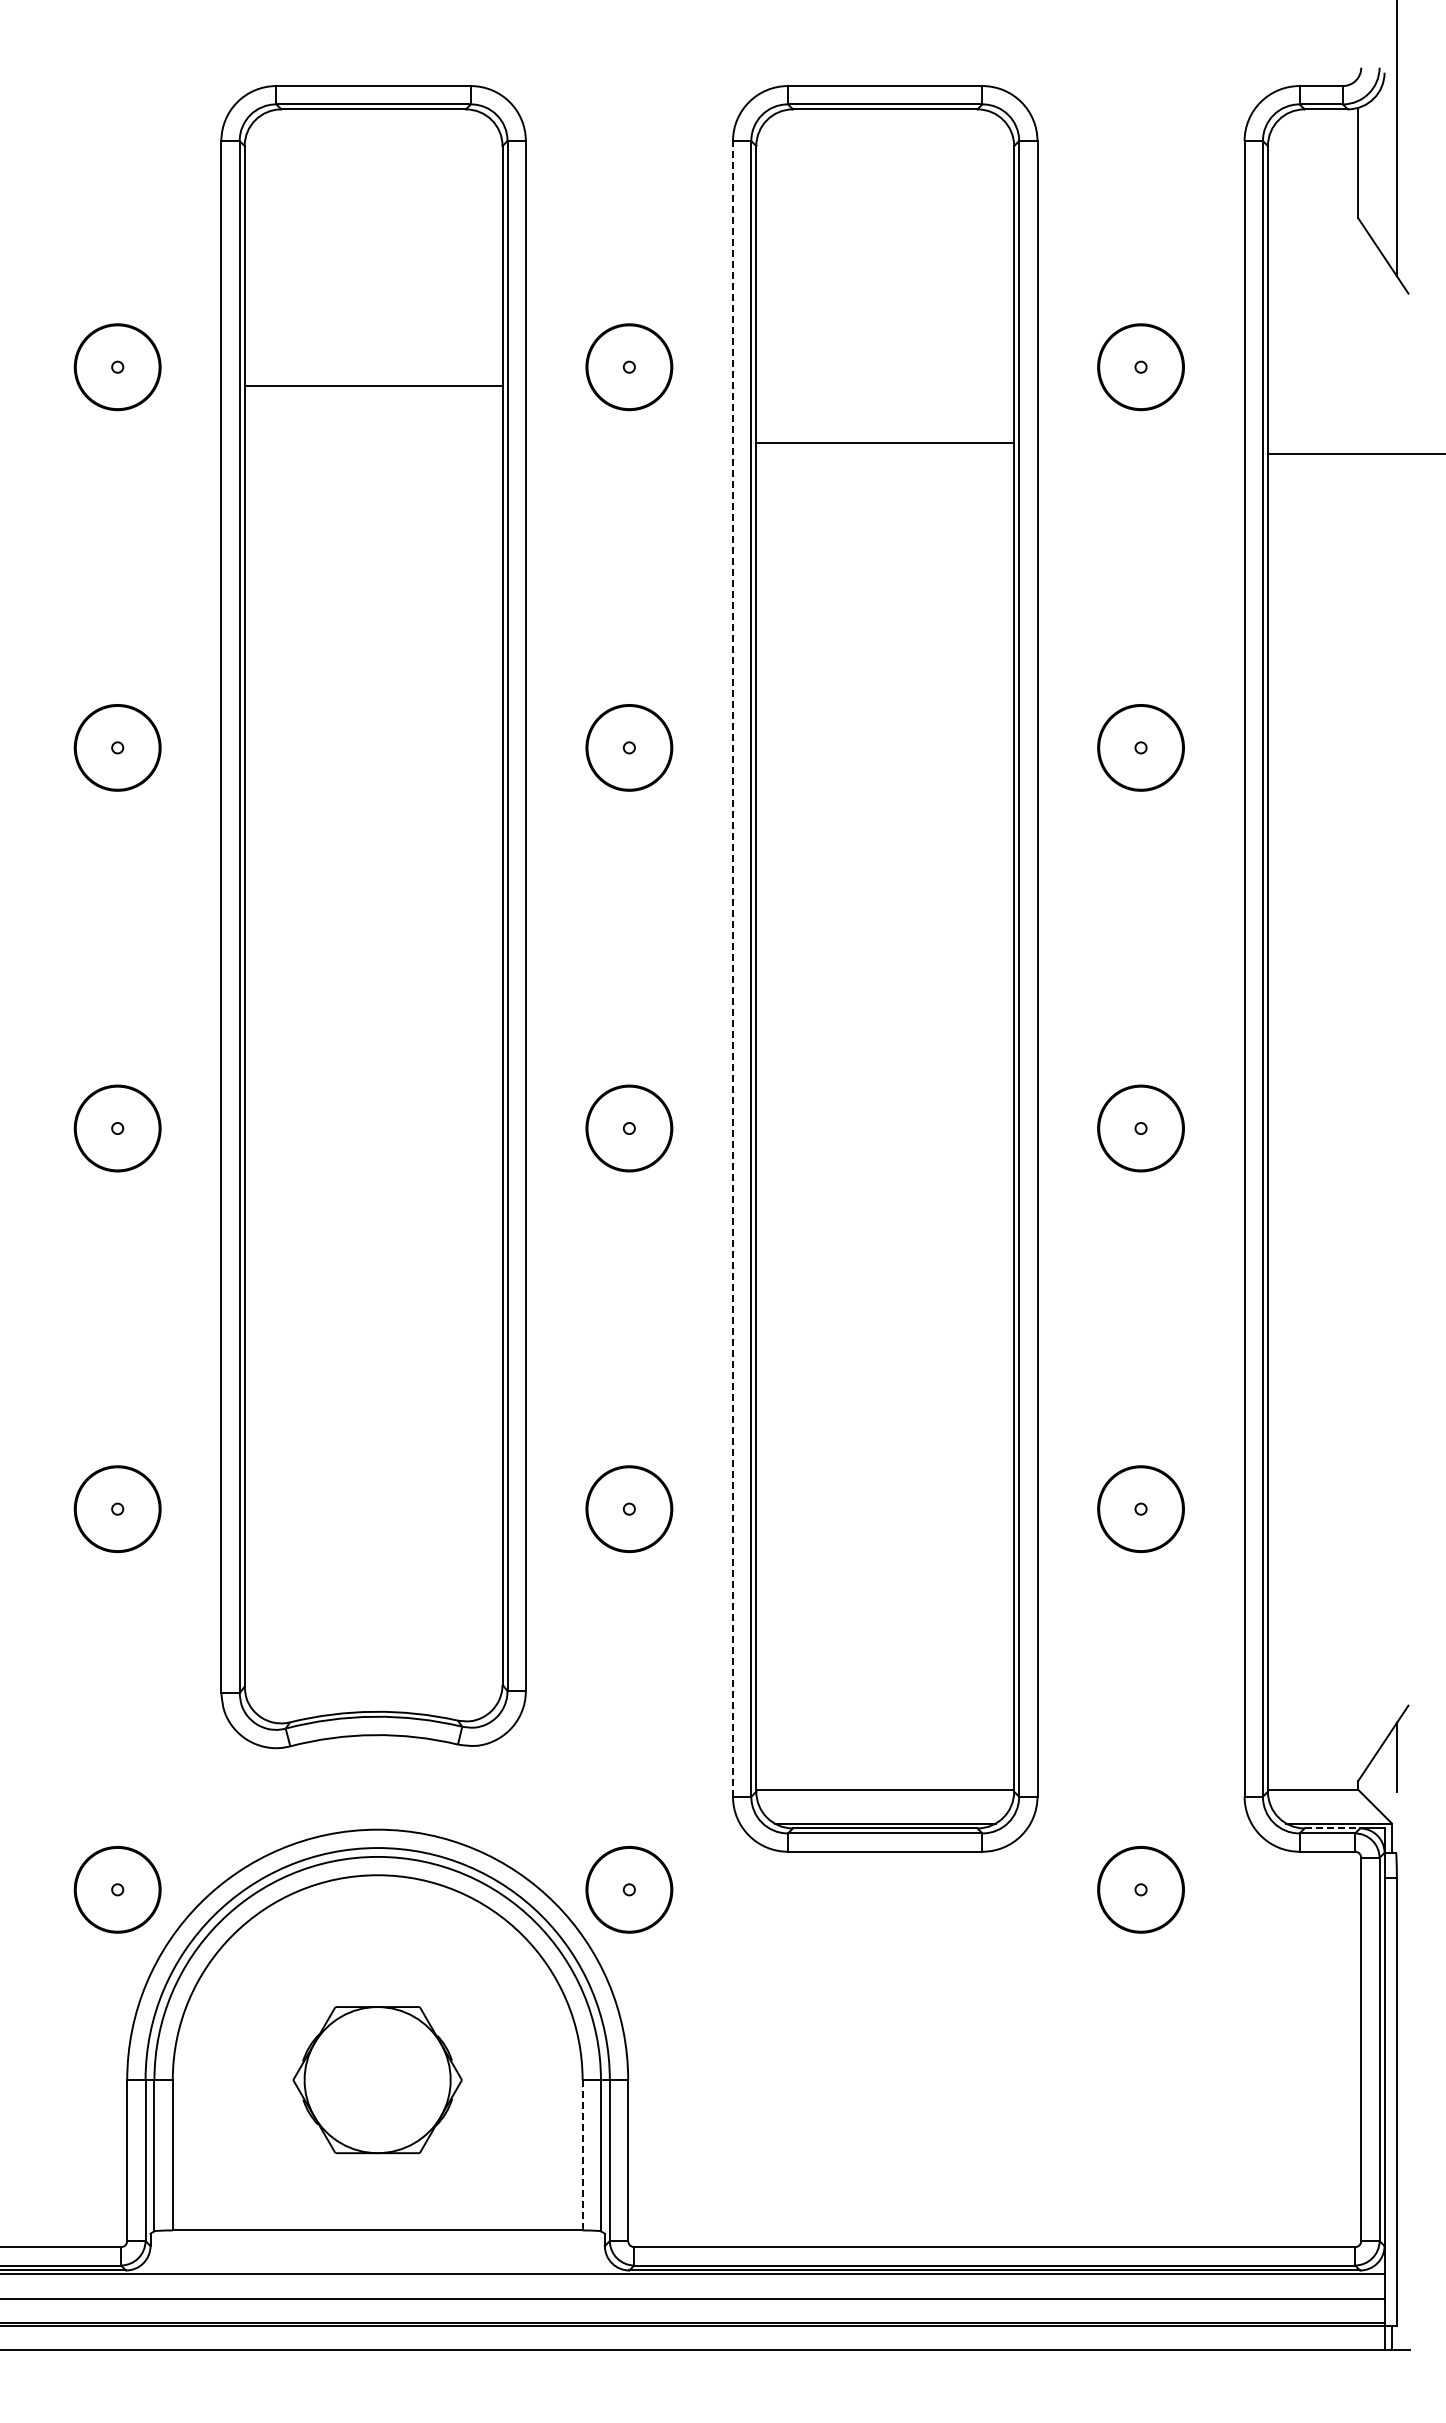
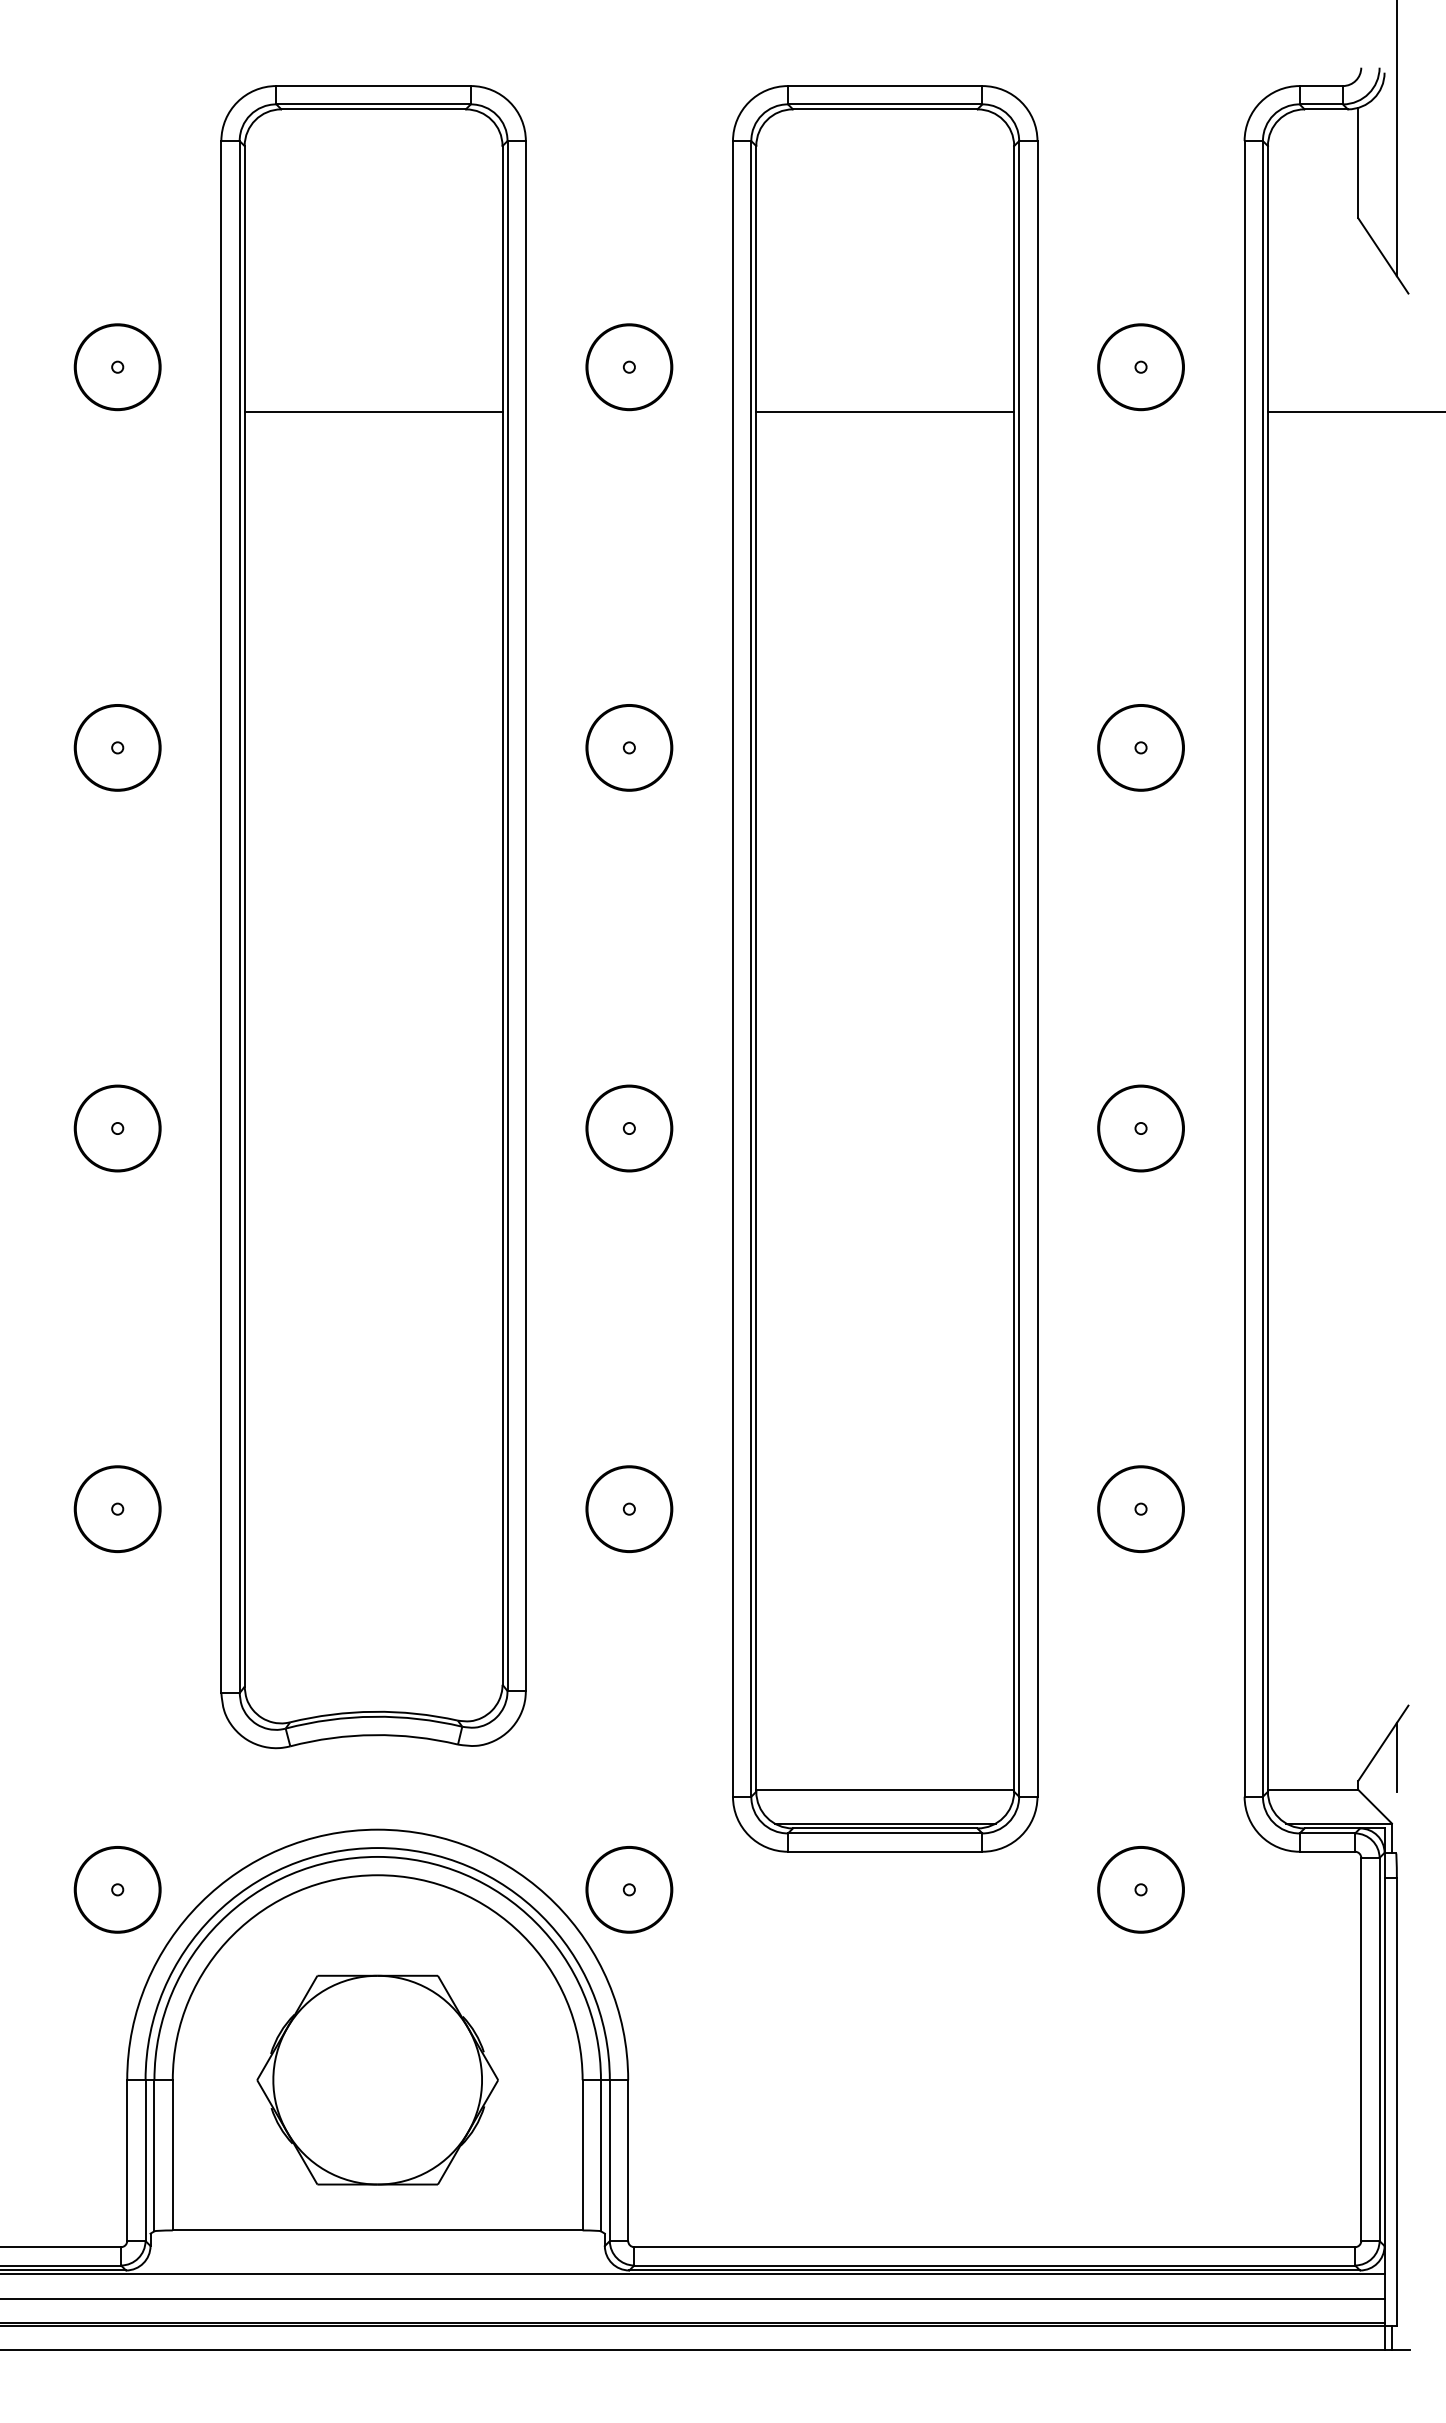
line at (373, 385) position: (373, 385) -> (373, 411)
line at (885, 442) position: (885, 442) -> (885, 411)
line at (1354, 453) position: (1354, 453) -> (1354, 411)
line at (732, 968): dashed -> solid
line at (1332, 1828): dashed -> solid
part at (377, 2080) size: 171x149 px -> 243x212 px
line at (582, 2154): dashed -> solid
